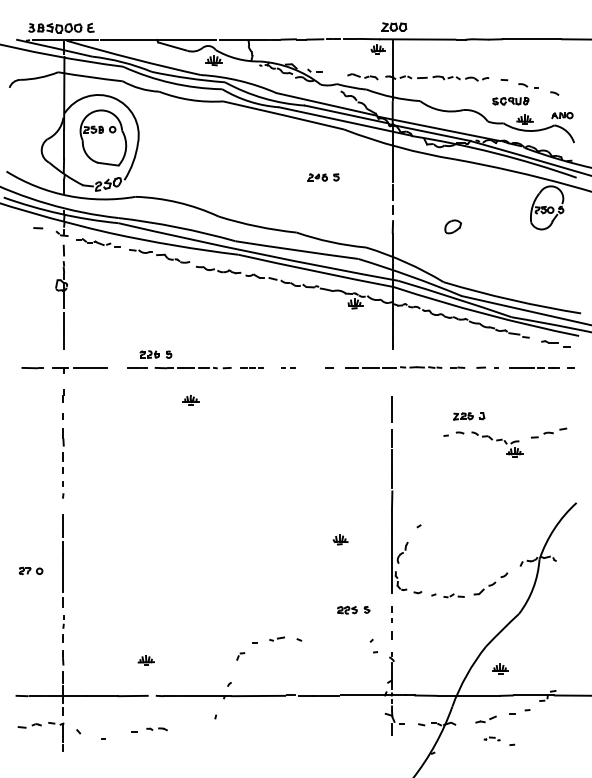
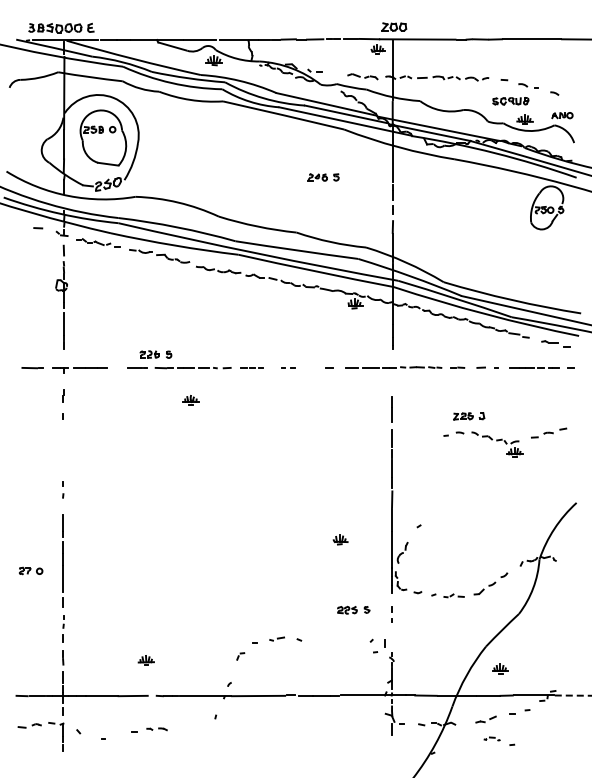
part at (452, 226): present -> none
part at (63, 450): present -> none
line at (391, 635) position: (391, 635) -> (384, 643)
line at (573, 695): solid -> dashed
